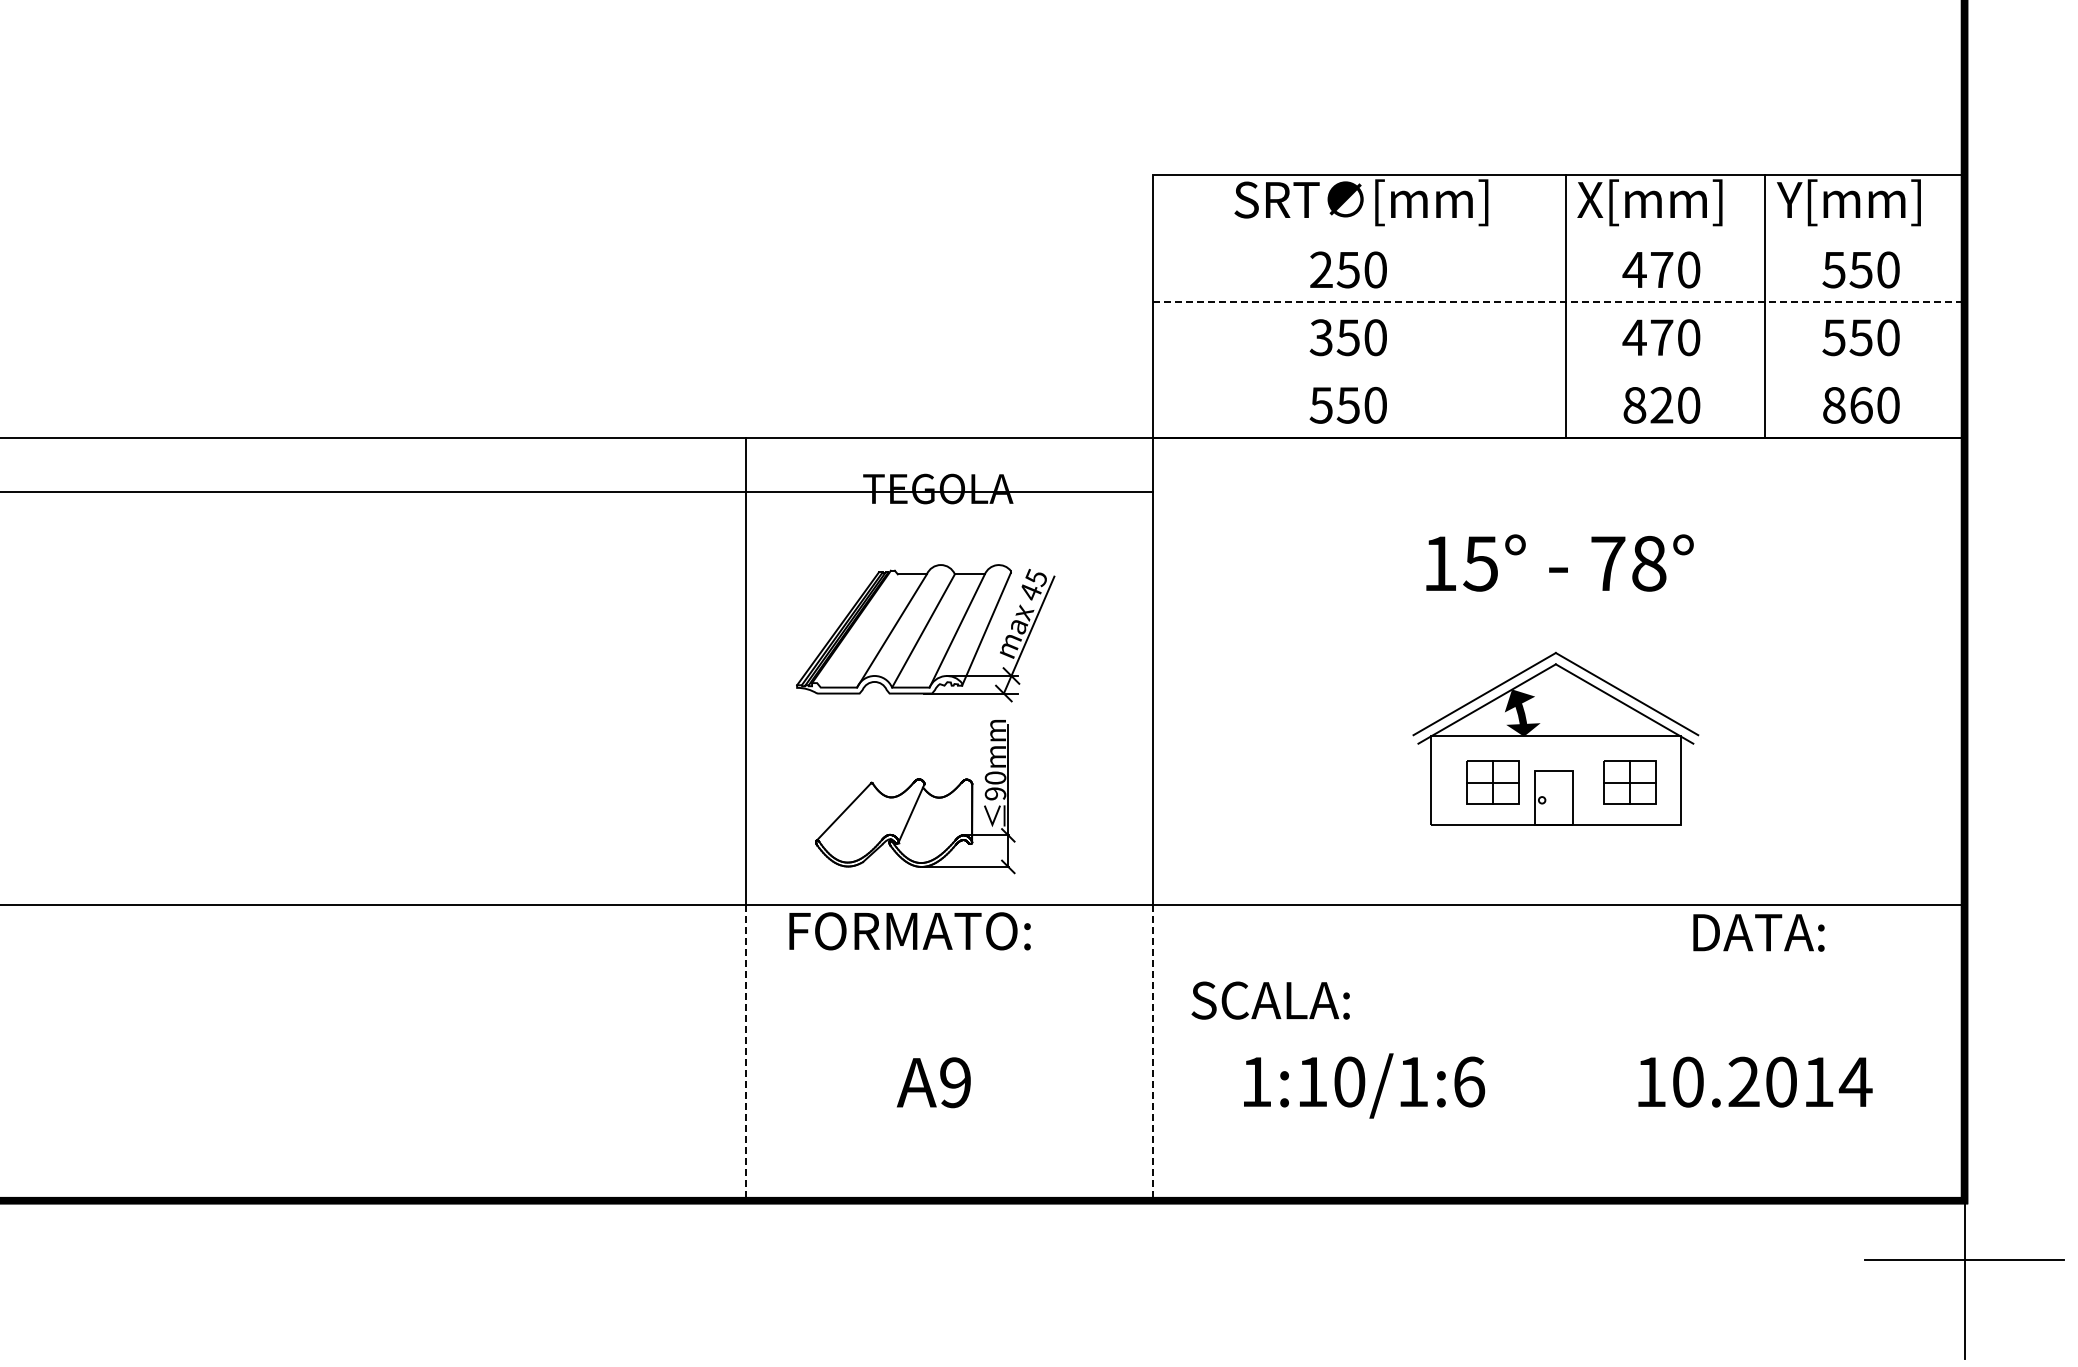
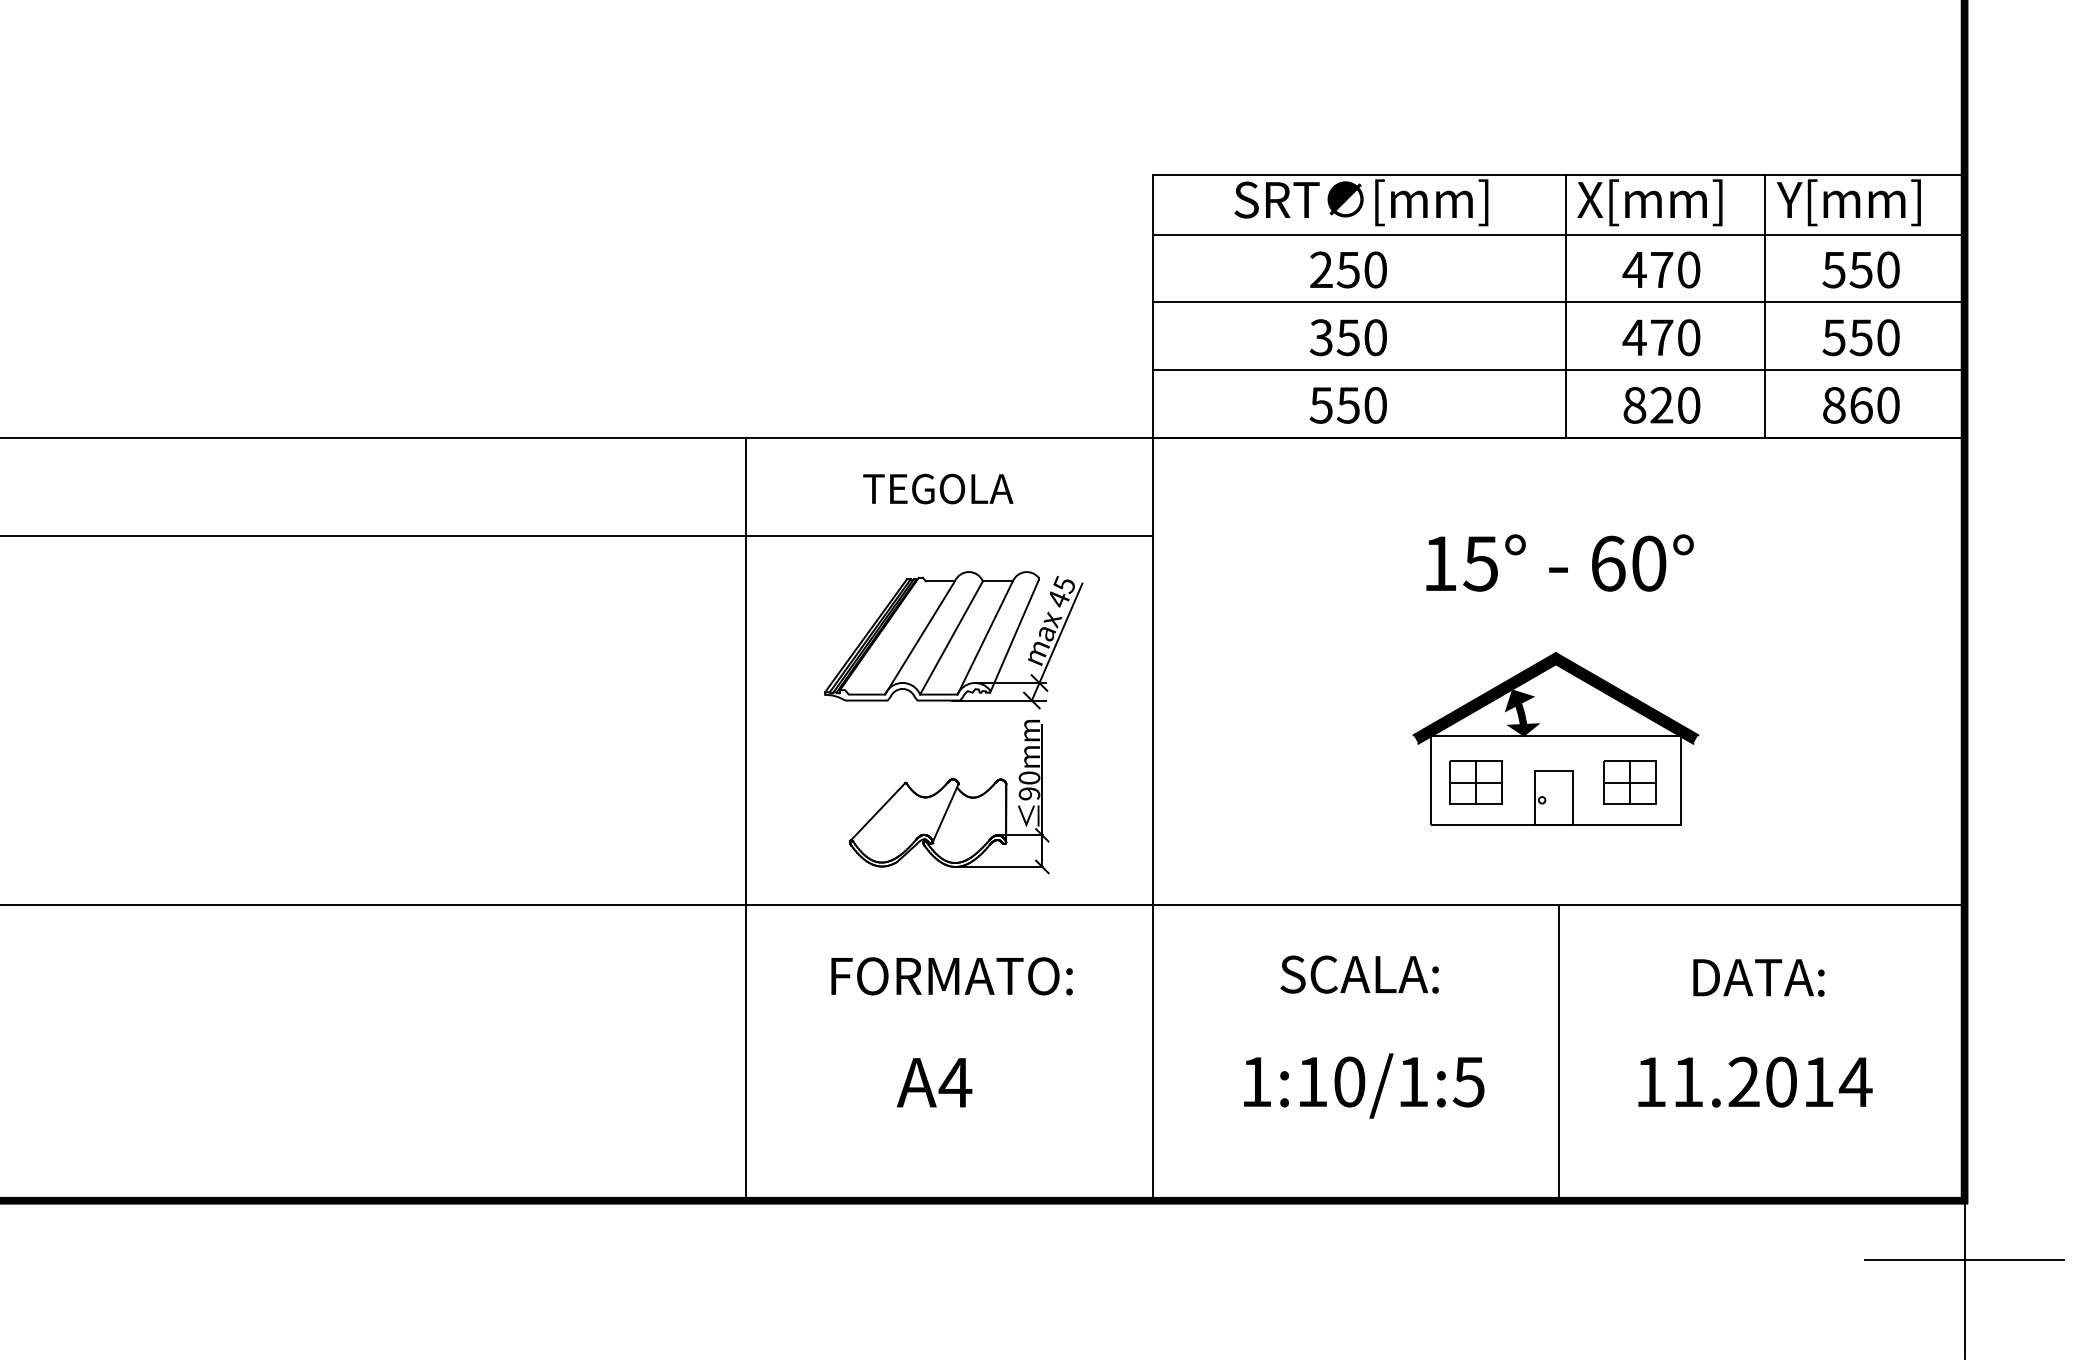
line at (1558, 234): none -> present
line at (1559, 302): dashed -> solid
line at (1558, 370): none -> present
line at (577, 492) position: (577, 492) -> (577, 536)
text at (1628, 563): 78° -> 60°
part at (925, 633) position: (925, 633) -> (953, 640)
fill at (1555, 698): none -> present
part at (1492, 782) position: (1492, 782) -> (1475, 782)
part at (915, 797) position: (915, 797) -> (949, 797)
text at (909, 931) position: (909, 931) -> (951, 976)
text at (1758, 932) position: (1758, 932) -> (1758, 977)
text at (1270, 1000) position: (1270, 1000) -> (1359, 974)
line at (1558, 1052): none -> present
line at (746, 1053): dashed -> solid
line at (1152, 1053): dashed -> solid
text at (1468, 1081): 1:10/1:6 -> 1:10/1:5
text at (1688, 1081): 10.2014 -> 11.2014
text at (955, 1082): A9 -> A4
